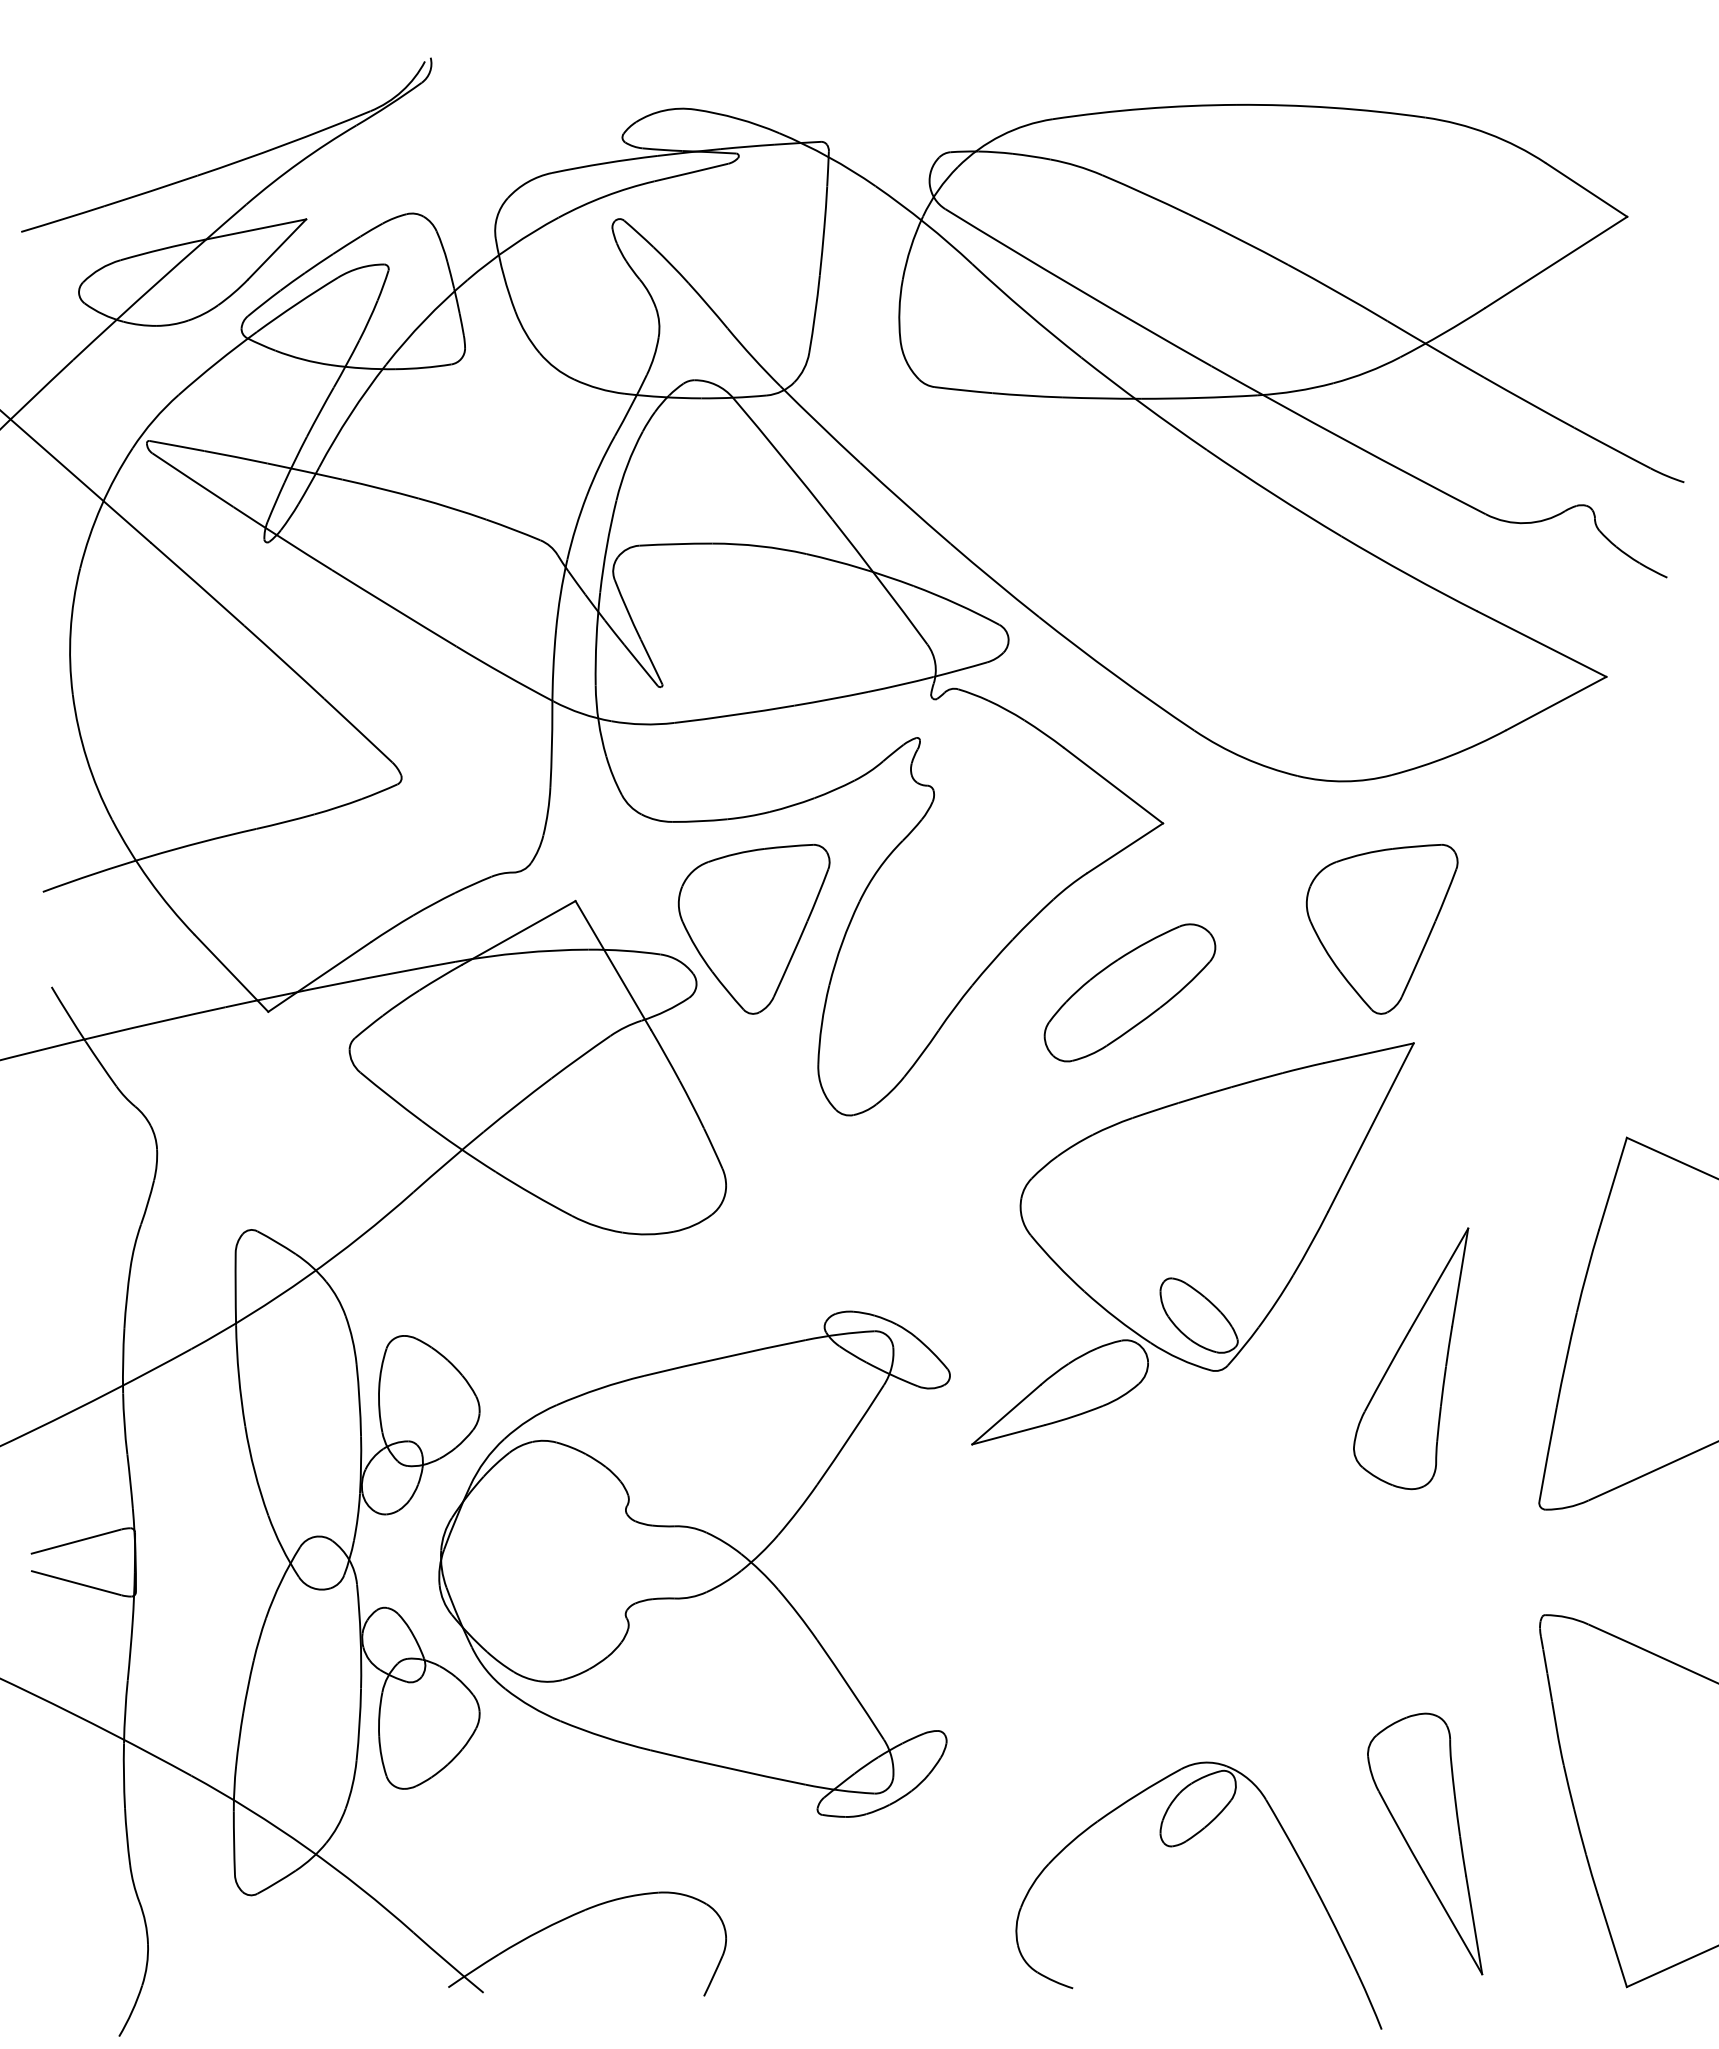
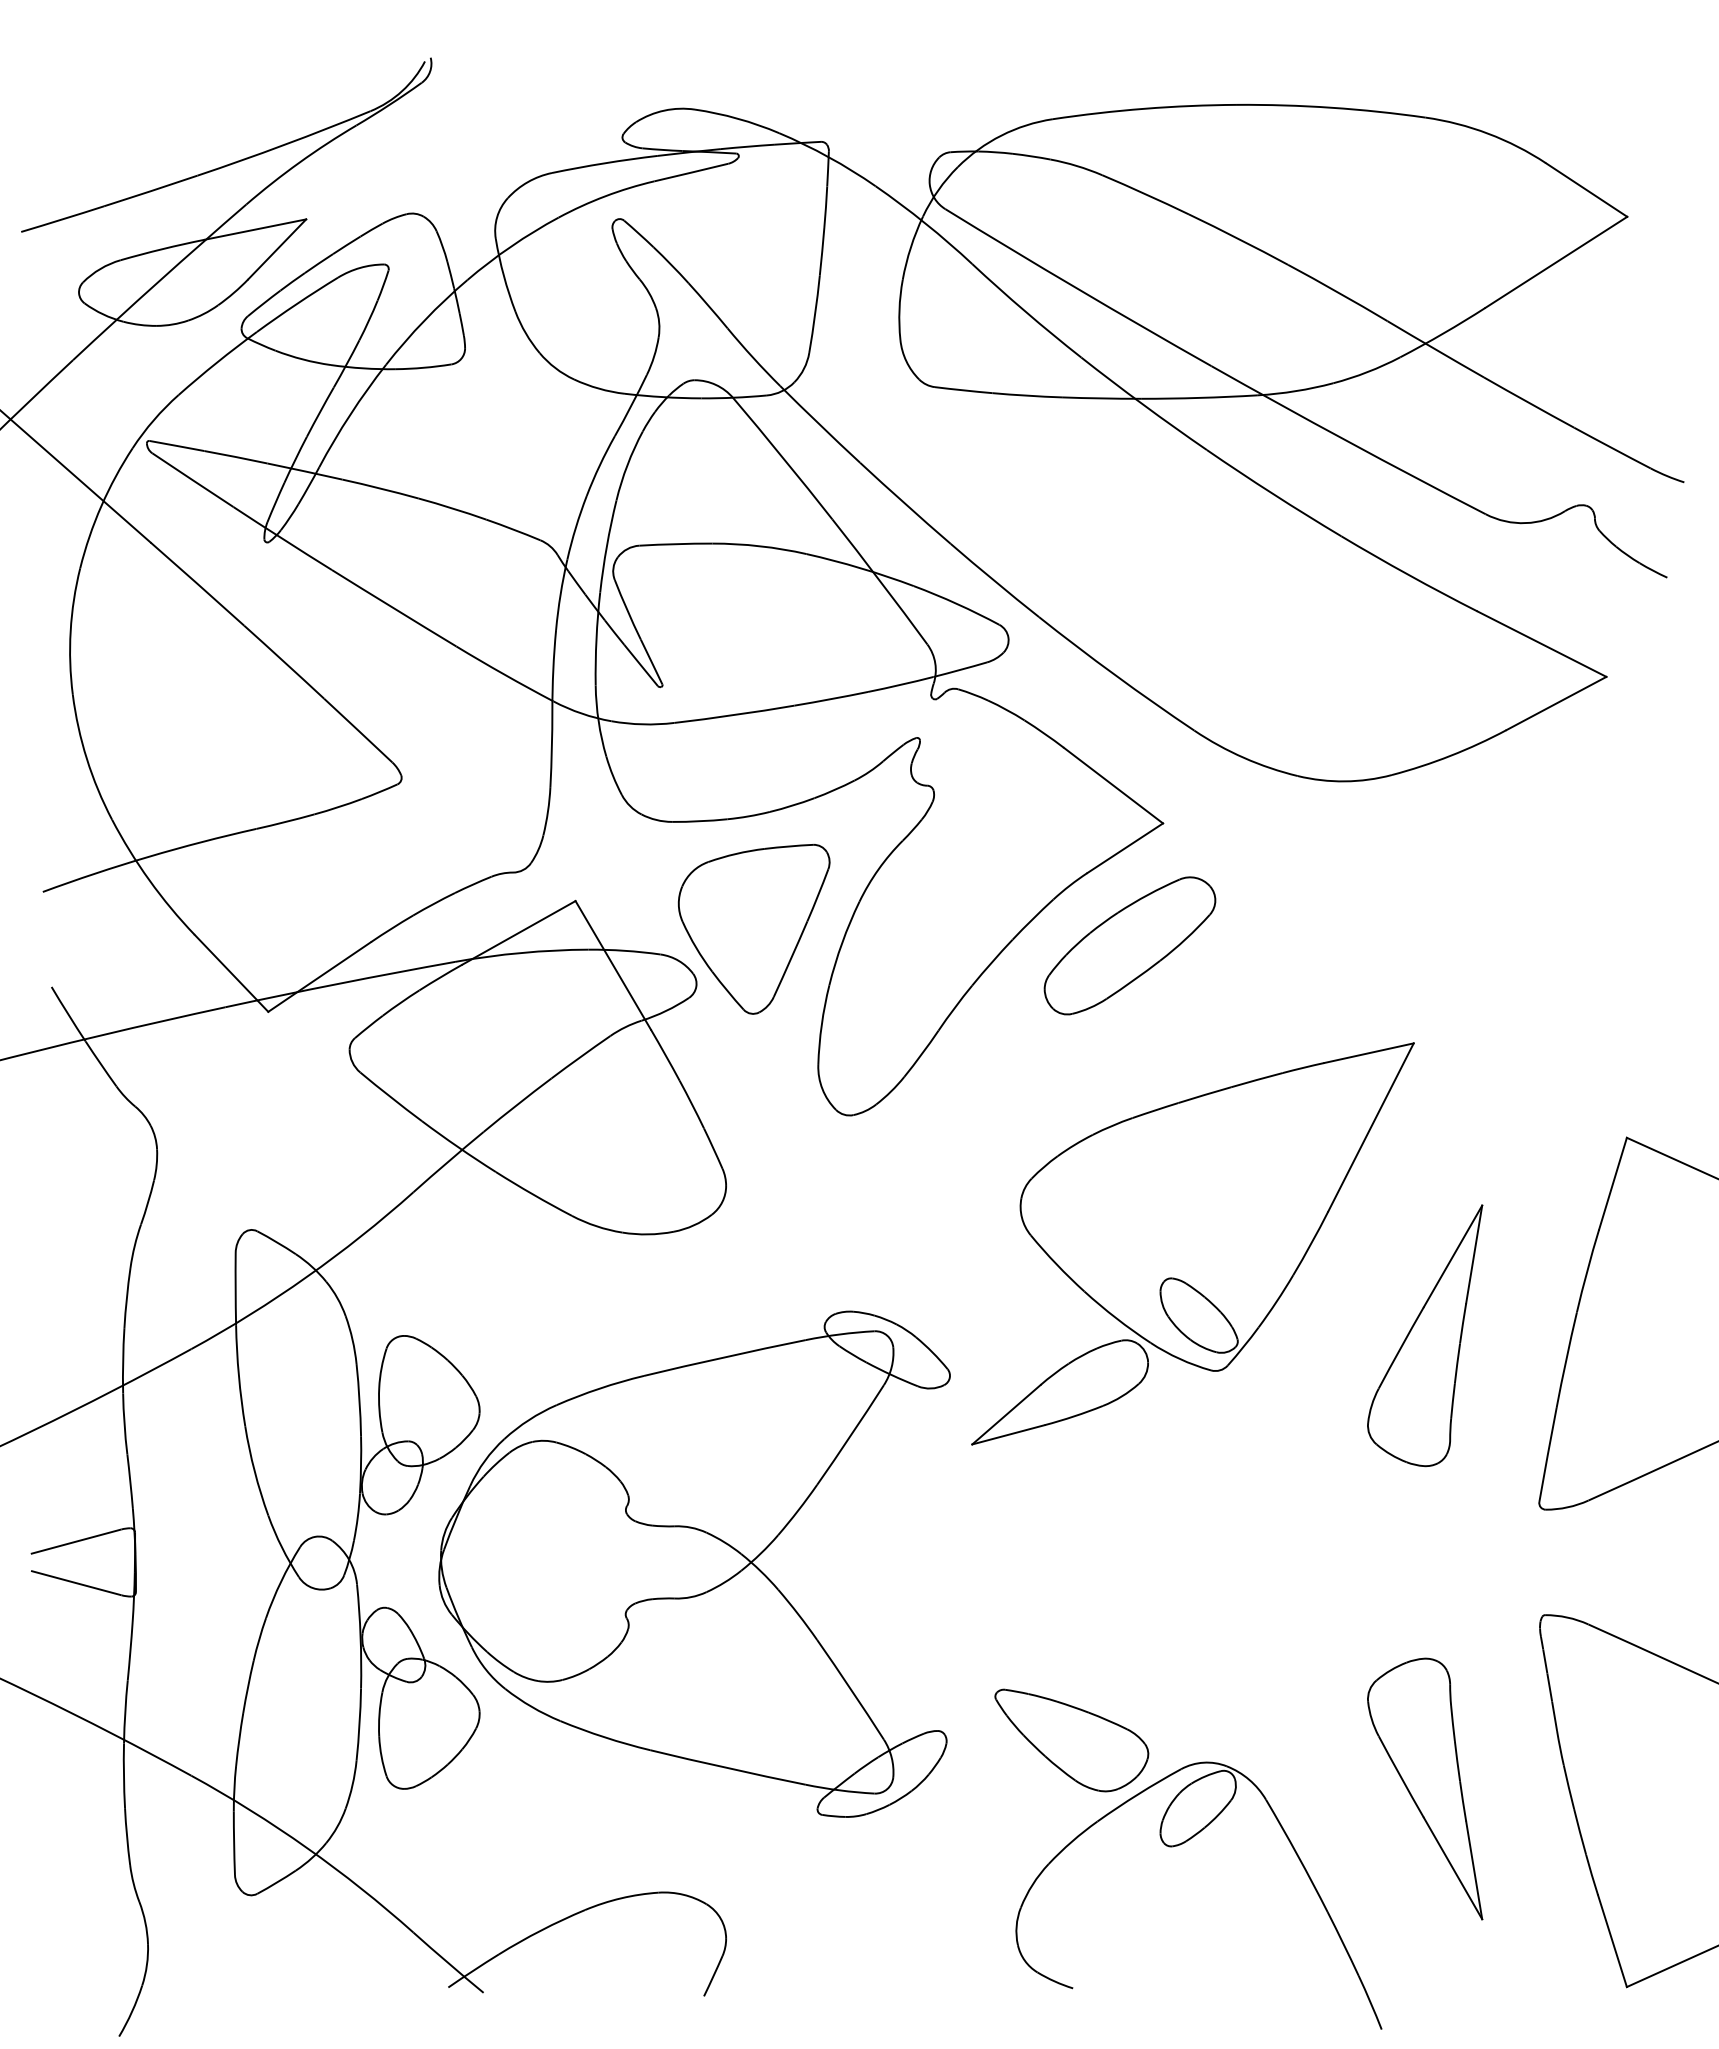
part at (1381, 929): present -> none
part at (1129, 992) position: (1129, 992) -> (1129, 945)
part at (1411, 1358) position: (1411, 1358) -> (1425, 1335)
part at (1071, 1740): none -> present
part at (1425, 1843) position: (1425, 1843) -> (1425, 1788)
